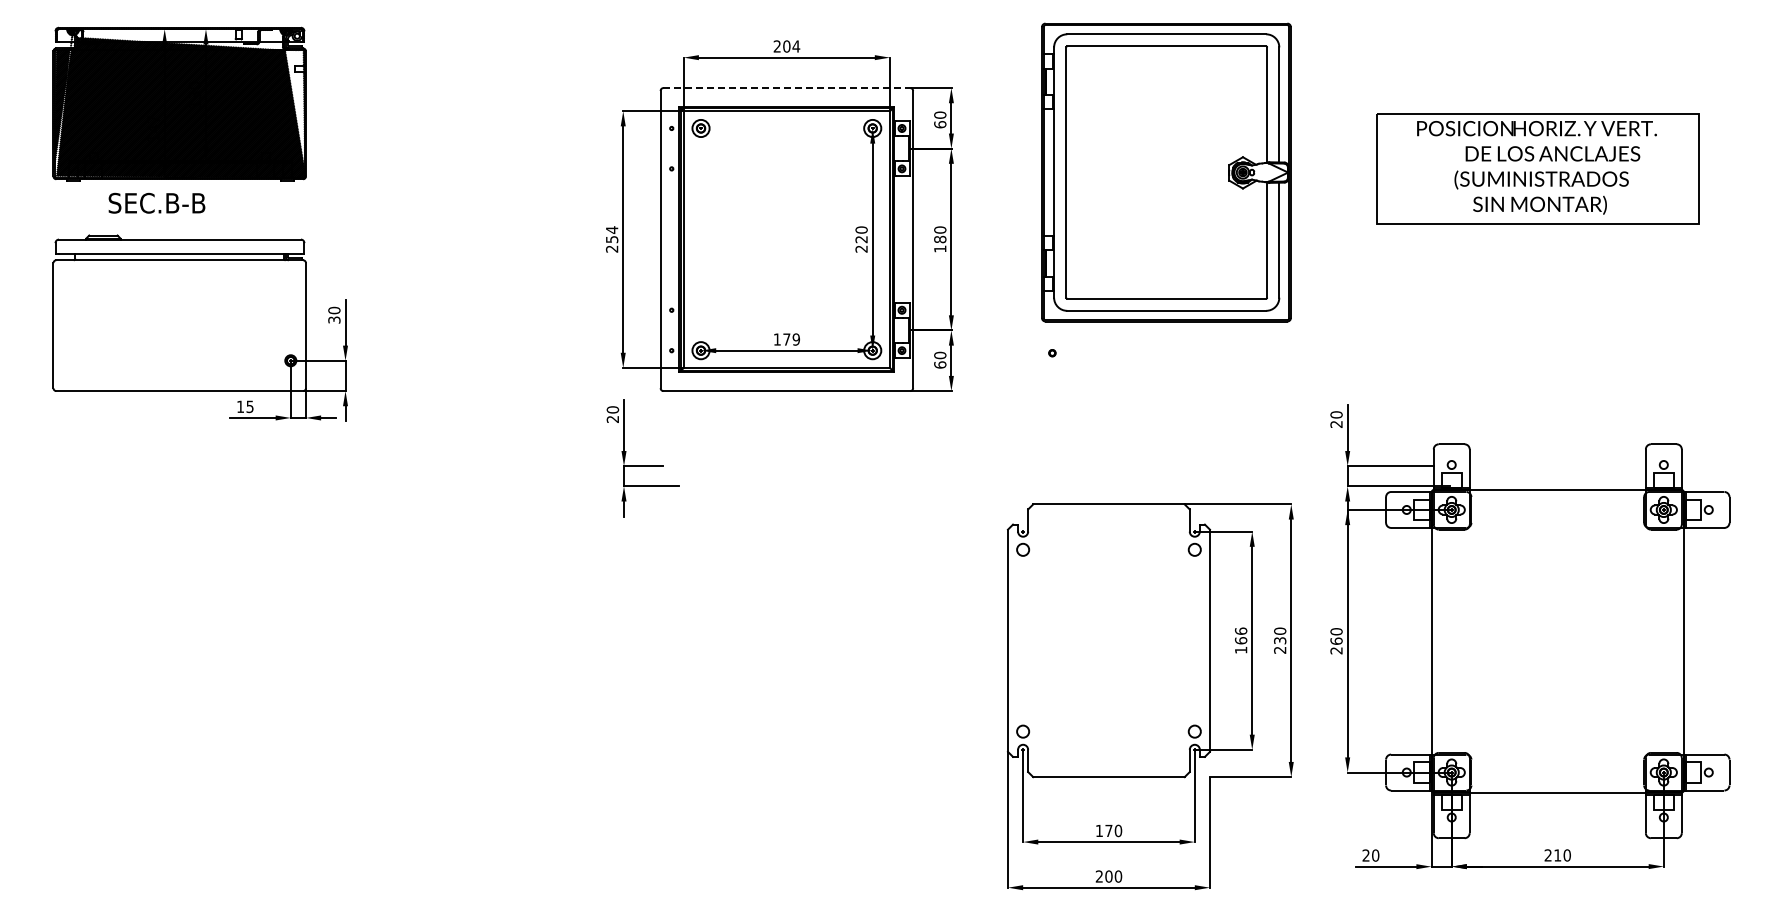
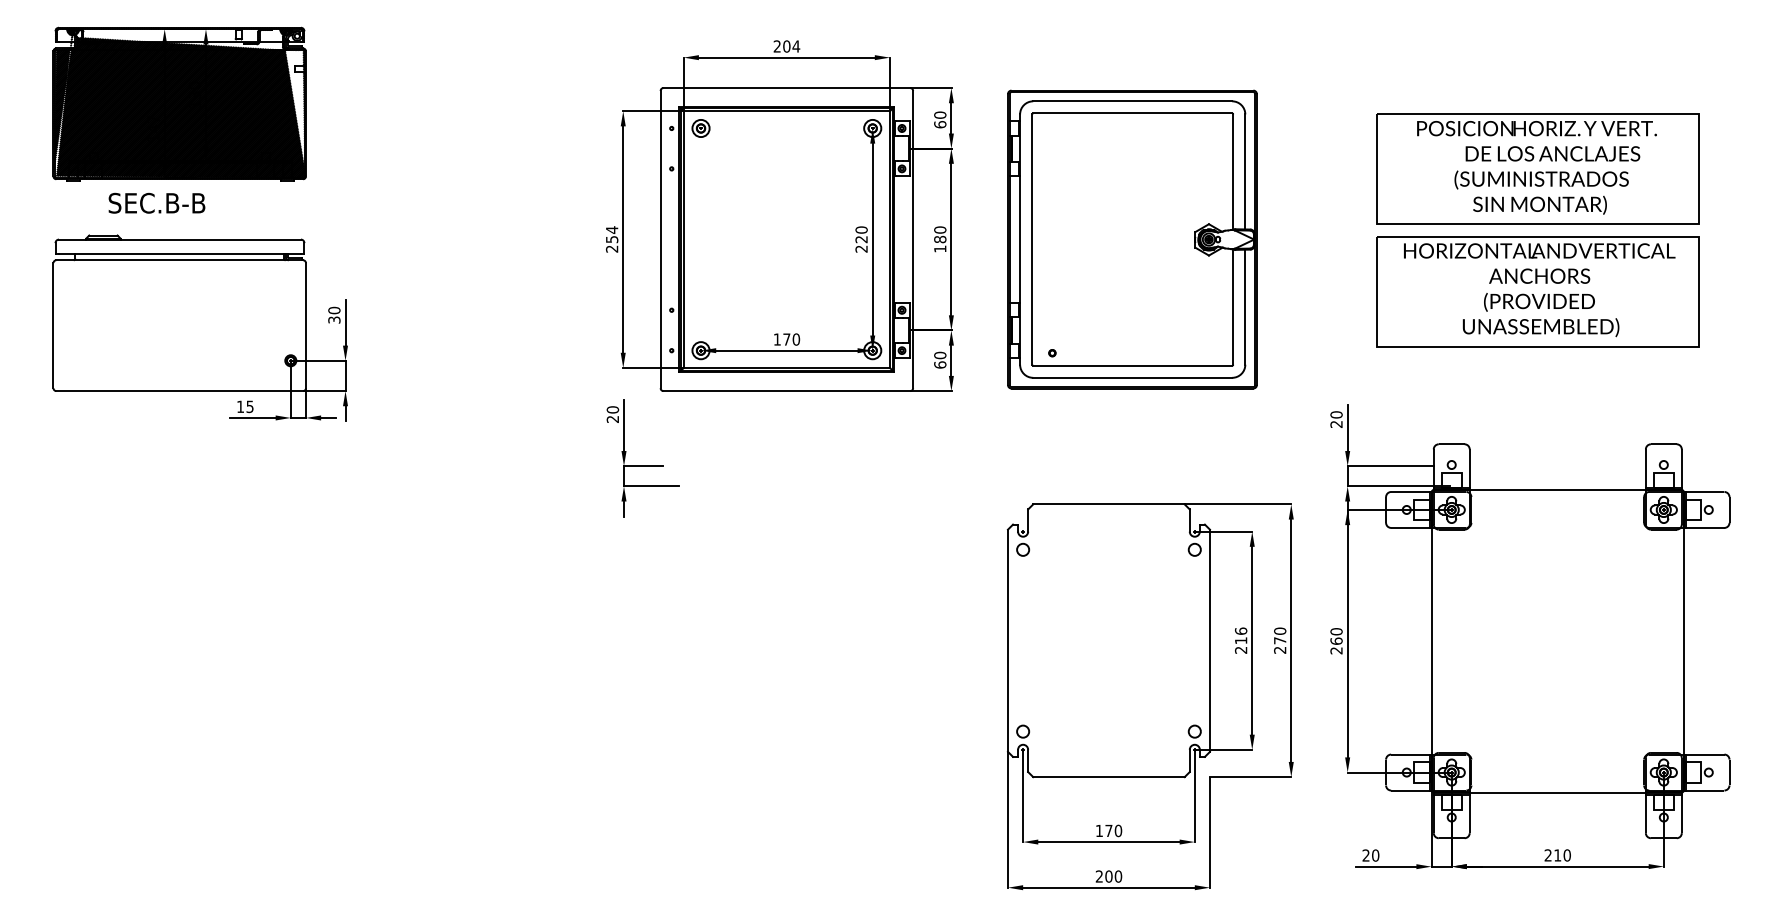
line at (787, 88): dashed -> solid
part at (1166, 172) position: (1166, 172) -> (1132, 239)
part at (1537, 291): none -> present
text at (795, 339): 179 -> 170
text at (1280, 640): 230 -> 270
text at (1240, 645): 166 -> 216
